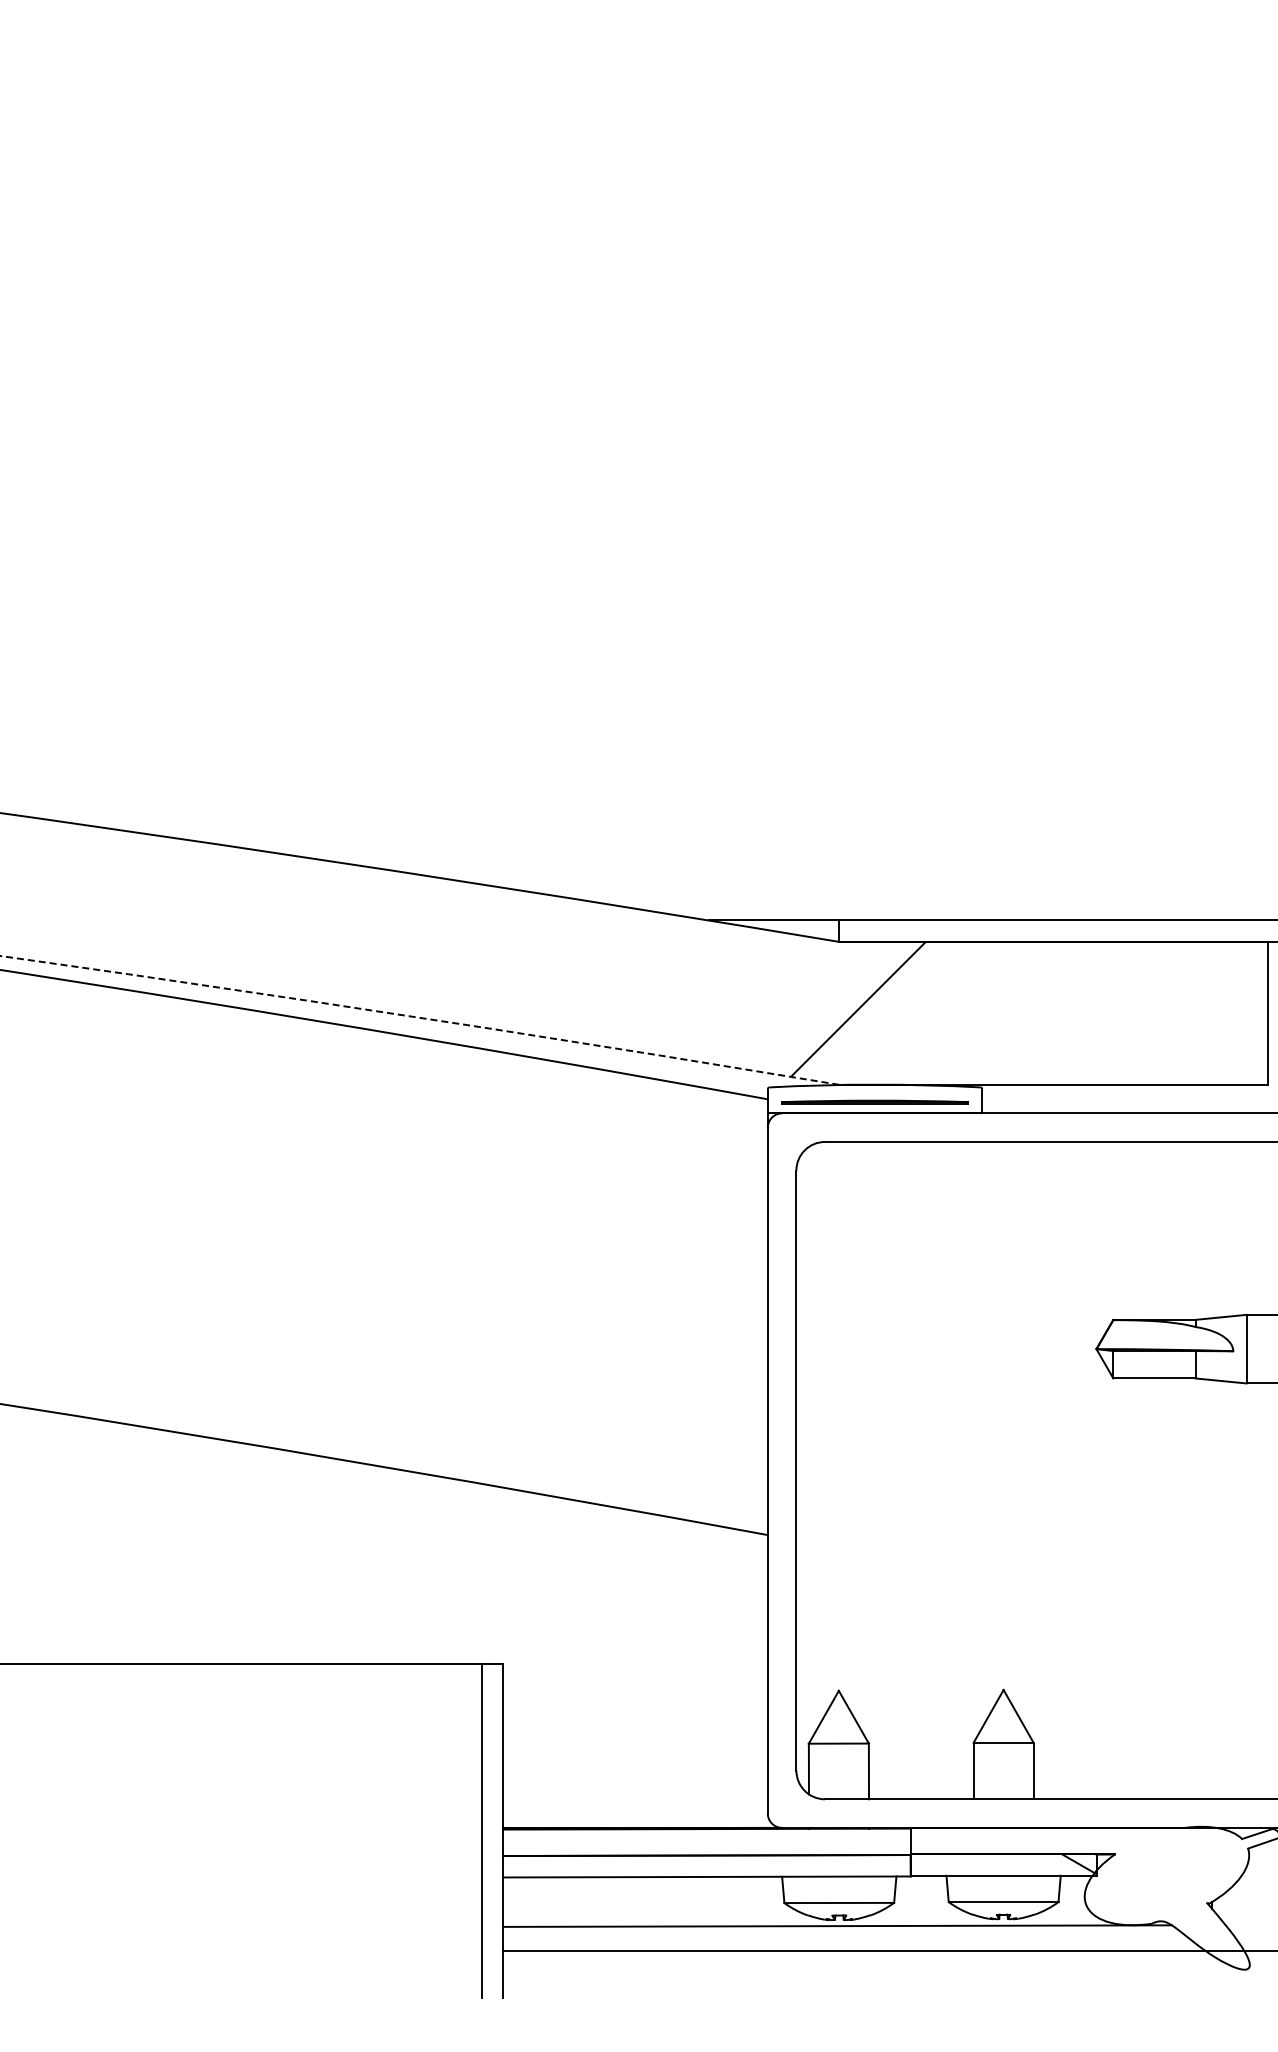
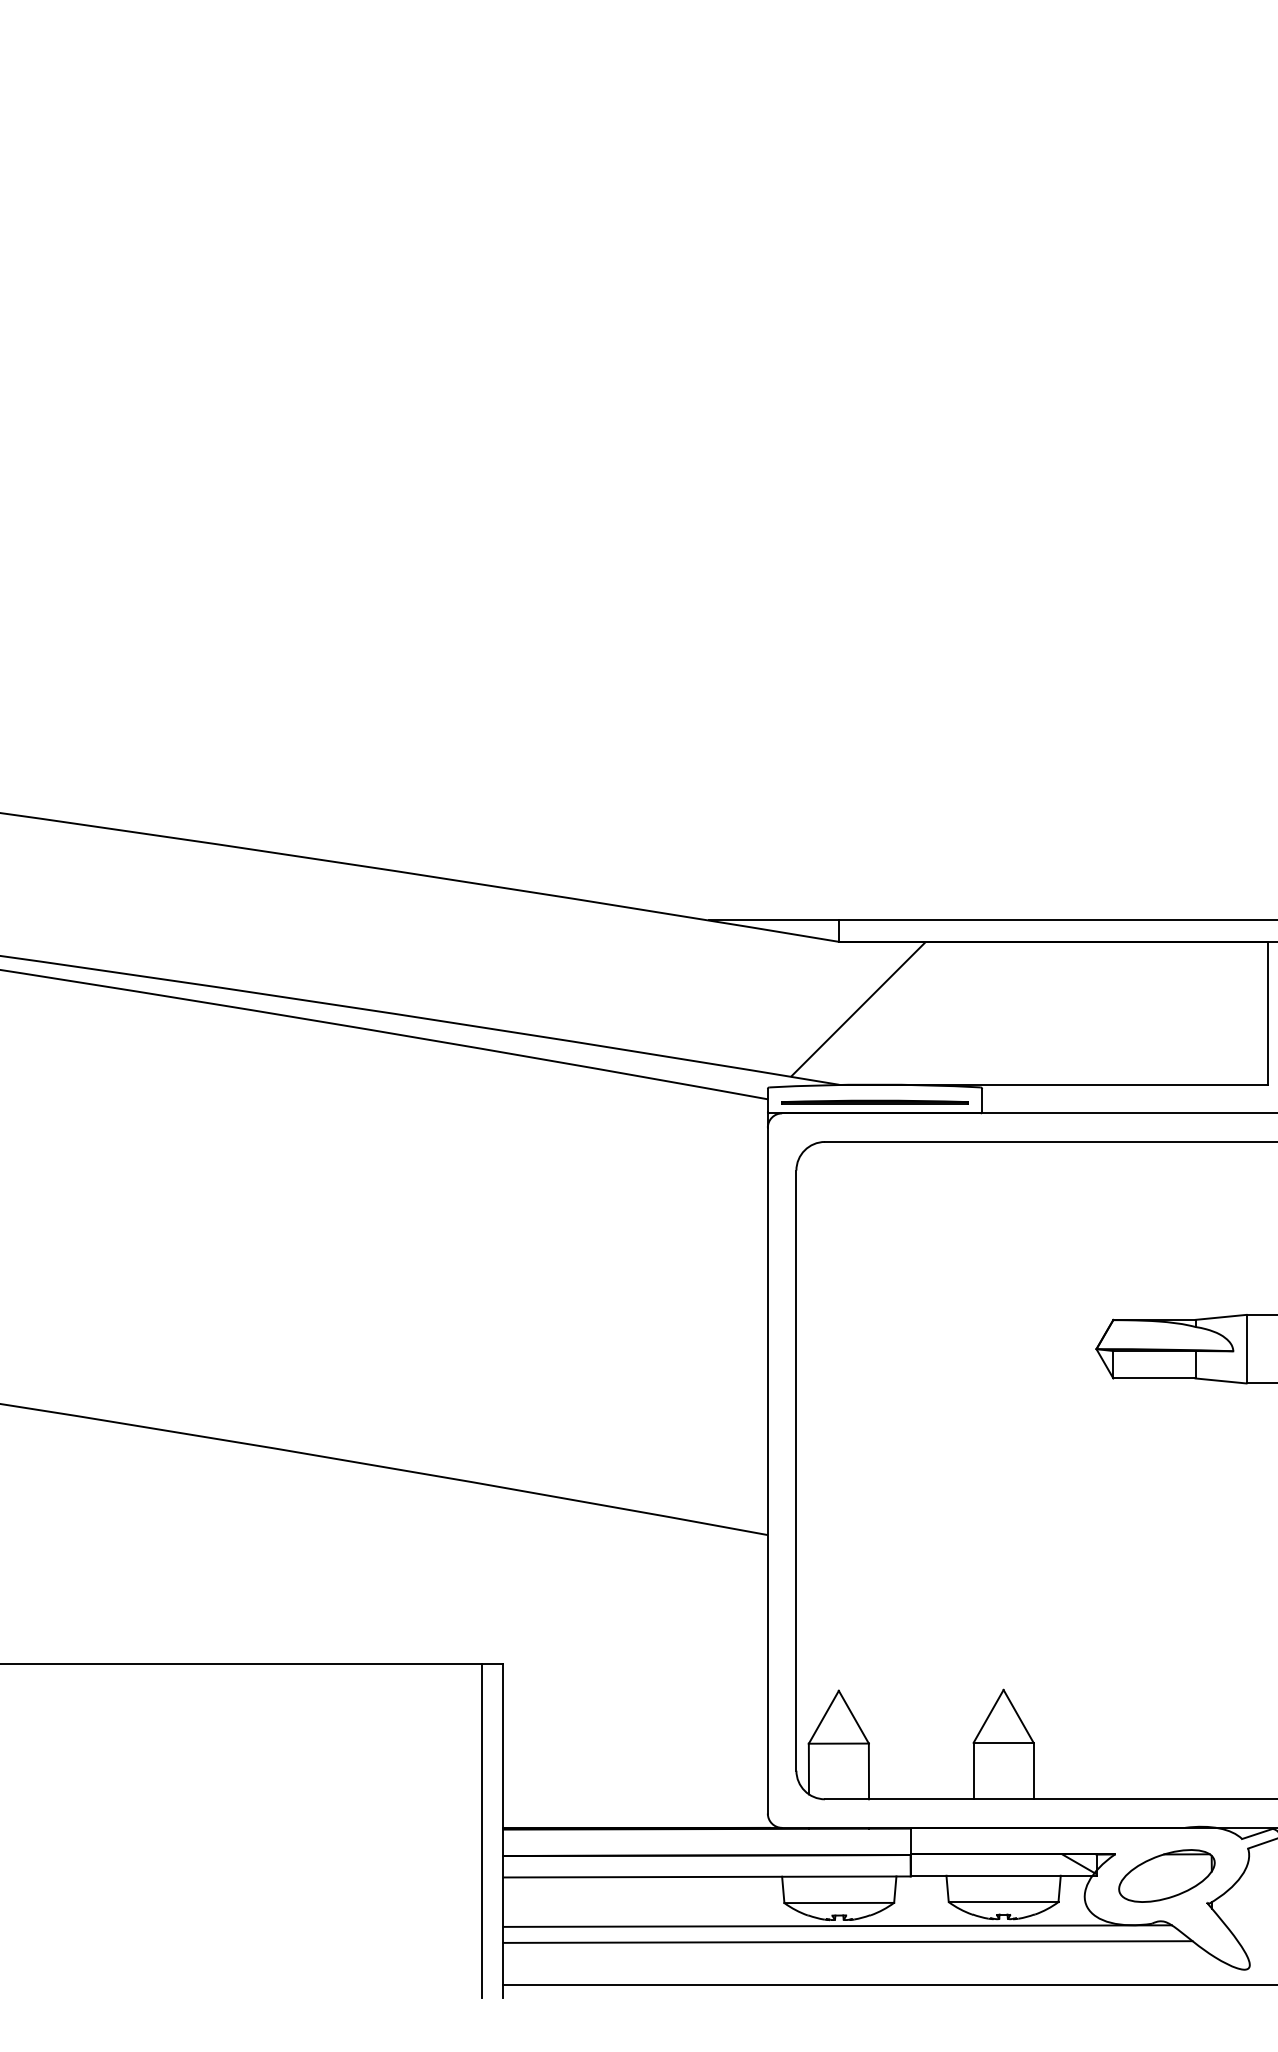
arc at (420, 1017): dashed -> solid
part at (1166, 1875): none -> present
line at (847, 1941): none -> present
line at (888, 1951) position: (888, 1951) -> (888, 1985)
